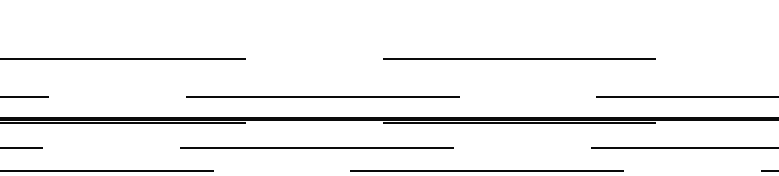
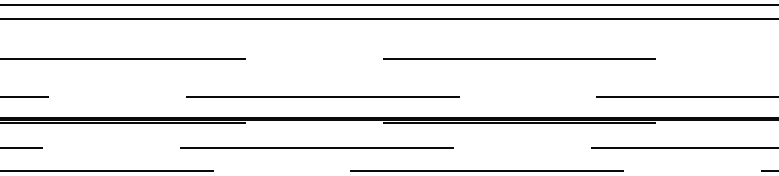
line at (388, 5): none -> present
line at (388, 19): none -> present
